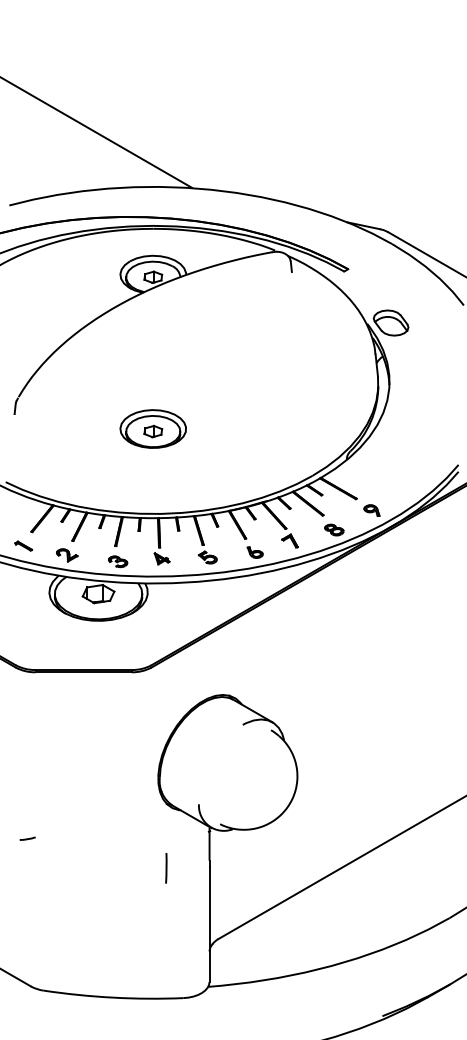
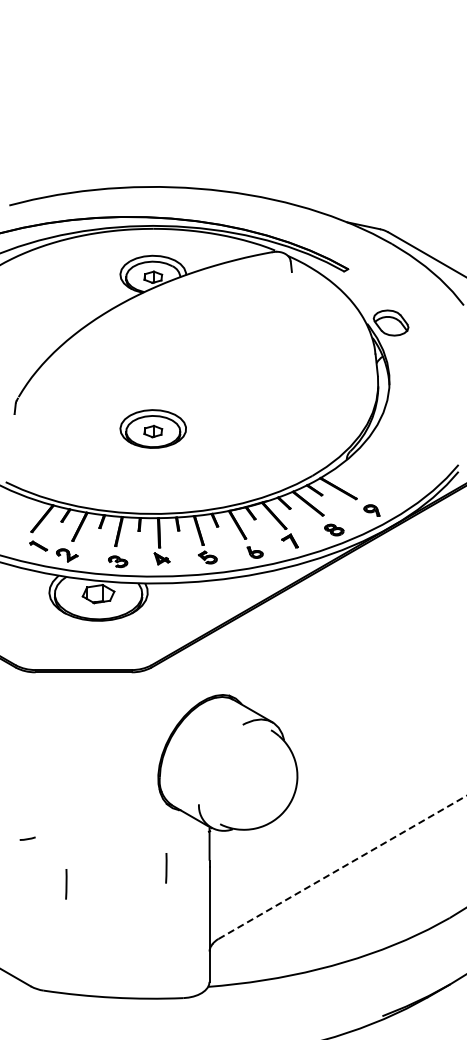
line at (97, 132): present -> none
part at (23, 545) position: (23, 545) -> (38, 545)
line at (343, 867): solid -> dashed
line at (66, 884): none -> present
